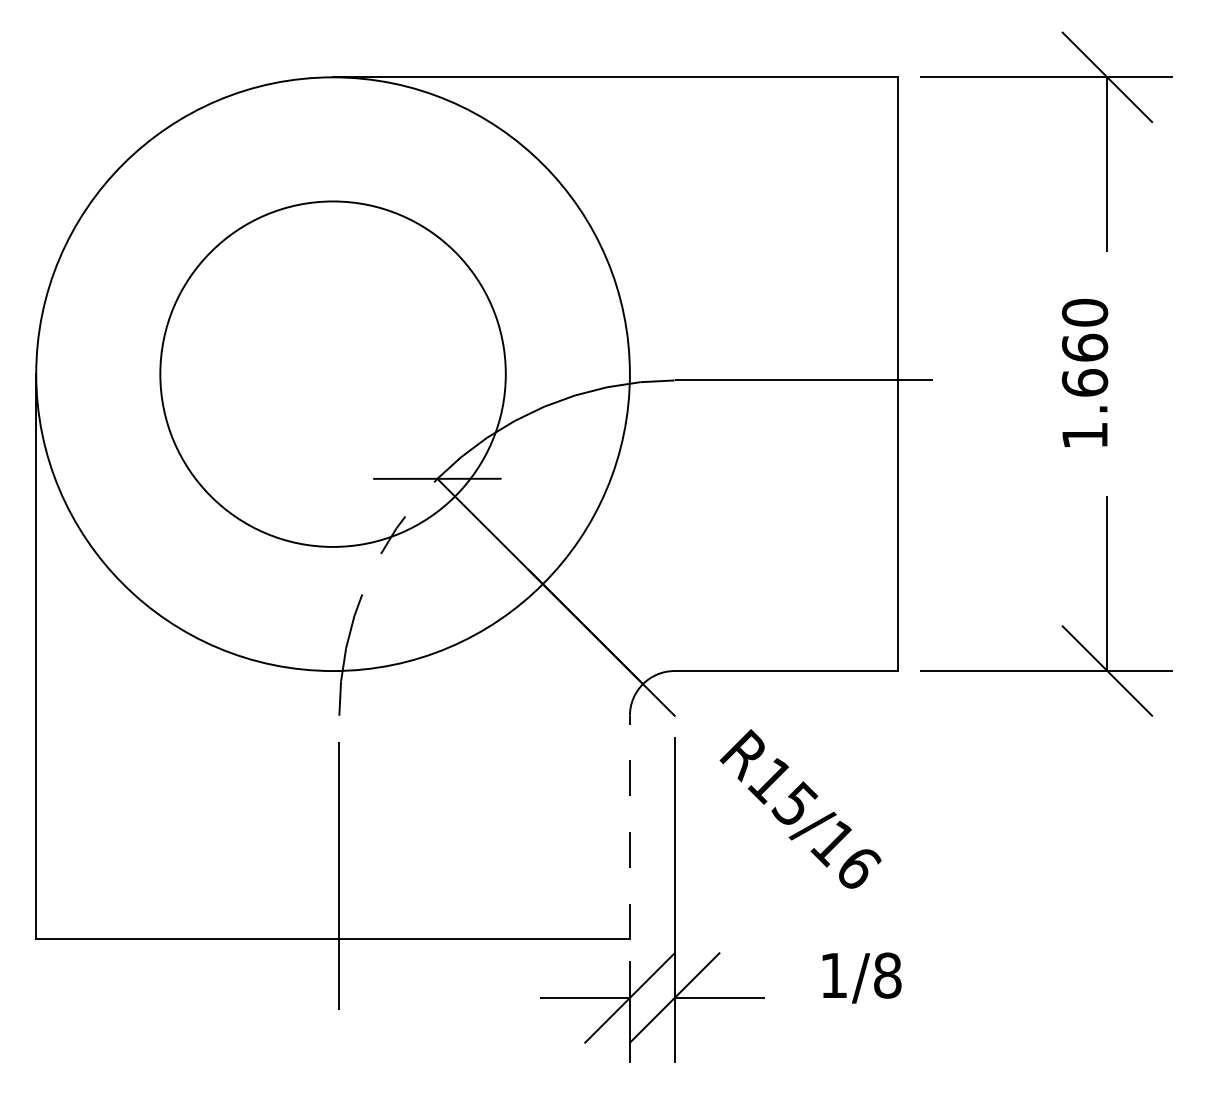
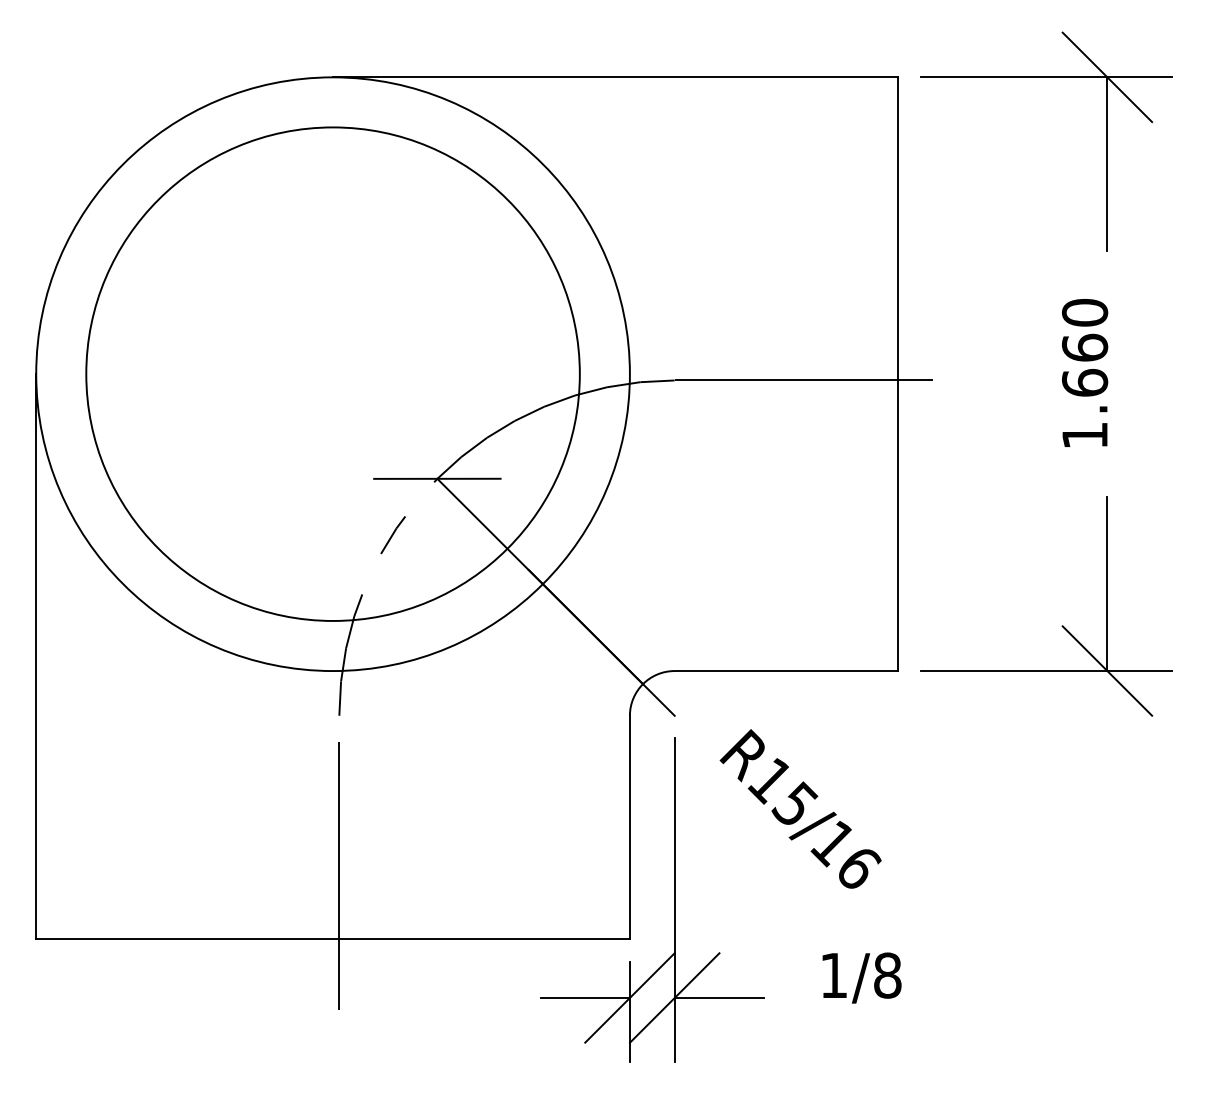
circle at (332, 373) diameter: 345 px -> 494 px
line at (629, 827): dashed -> solid
